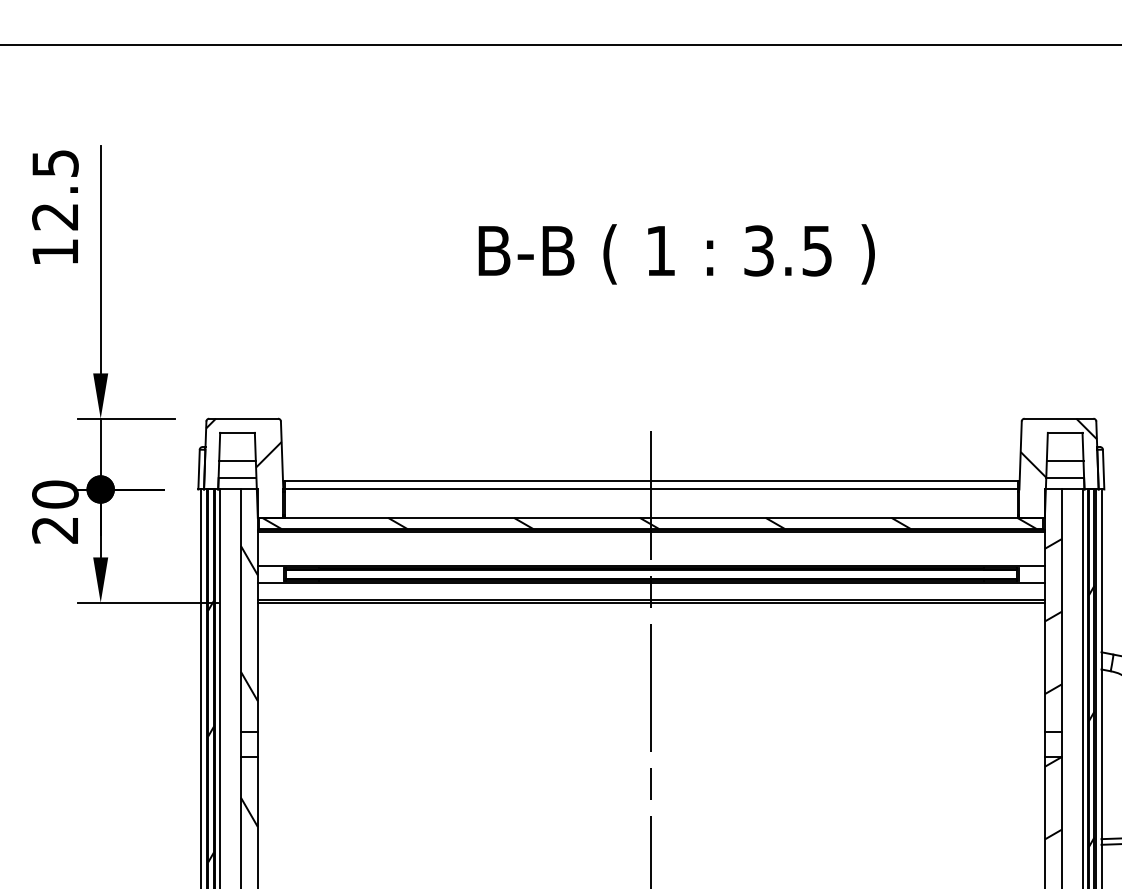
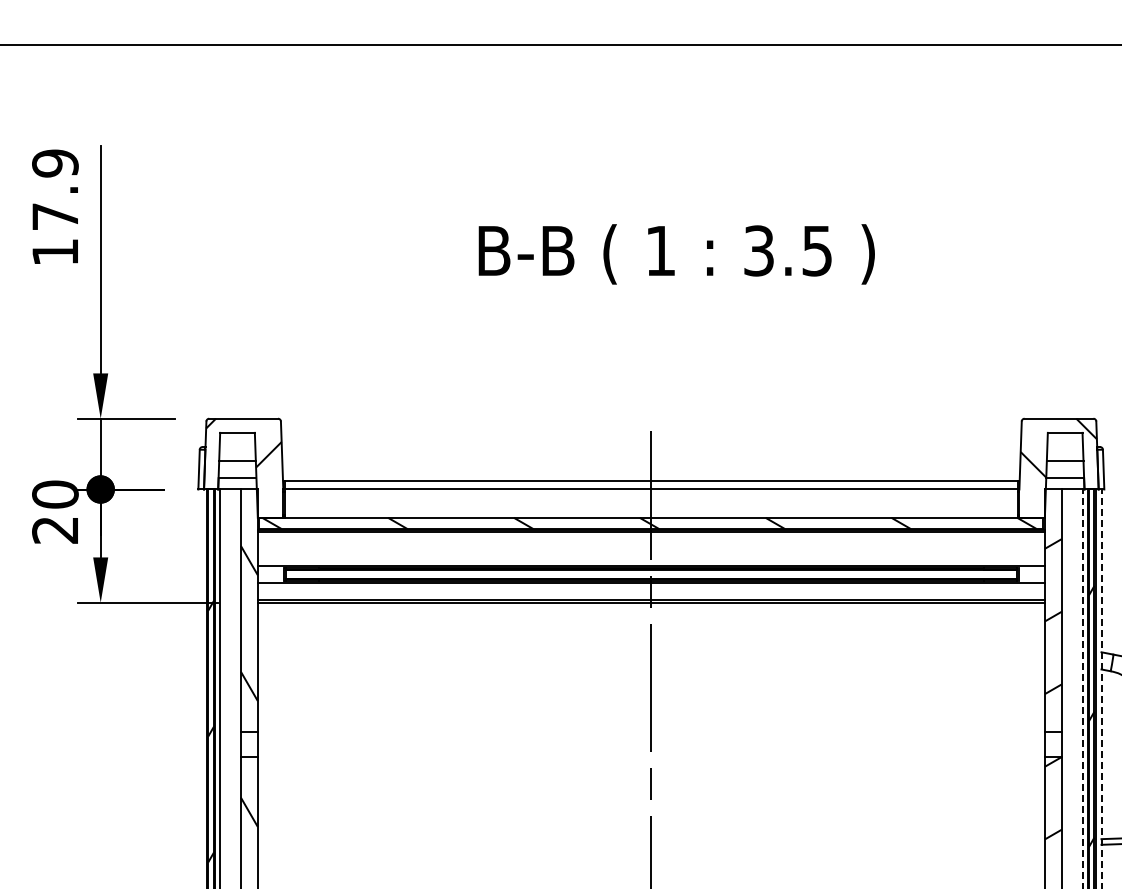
text at (55, 189): 12.5 -> 17.9
line at (201, 687): present -> none
line at (1082, 688): solid -> dashed
line at (1101, 688): solid -> dashed
